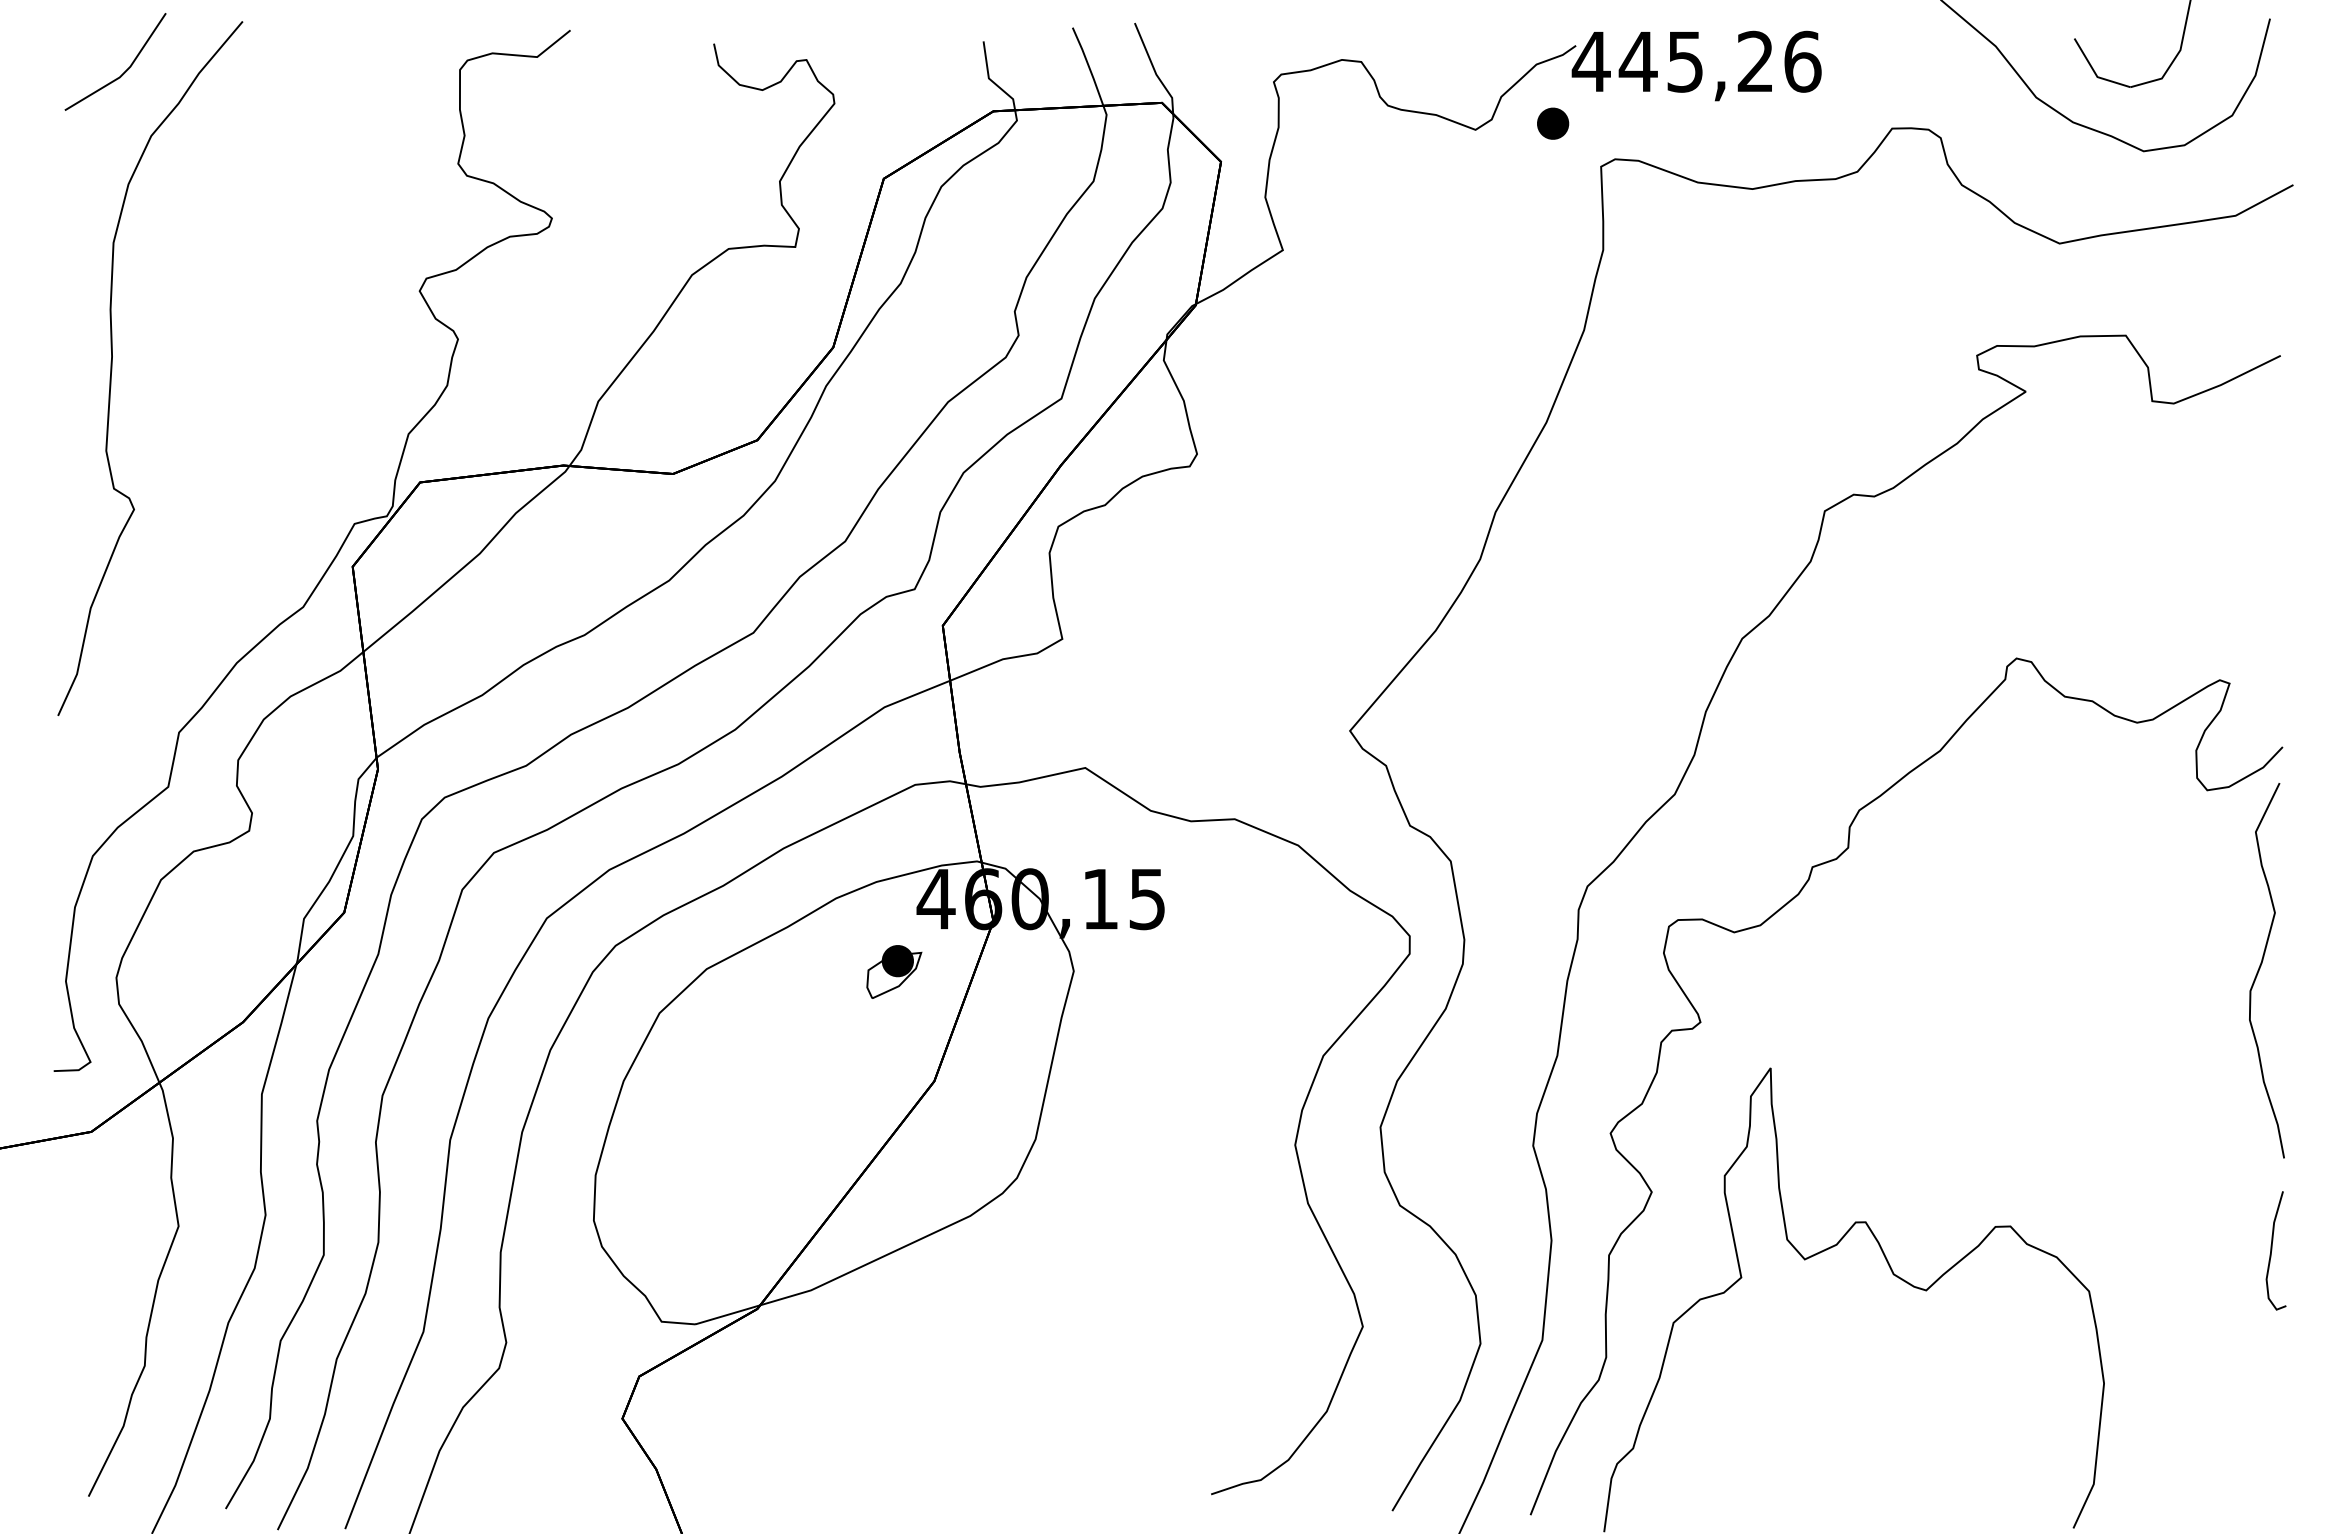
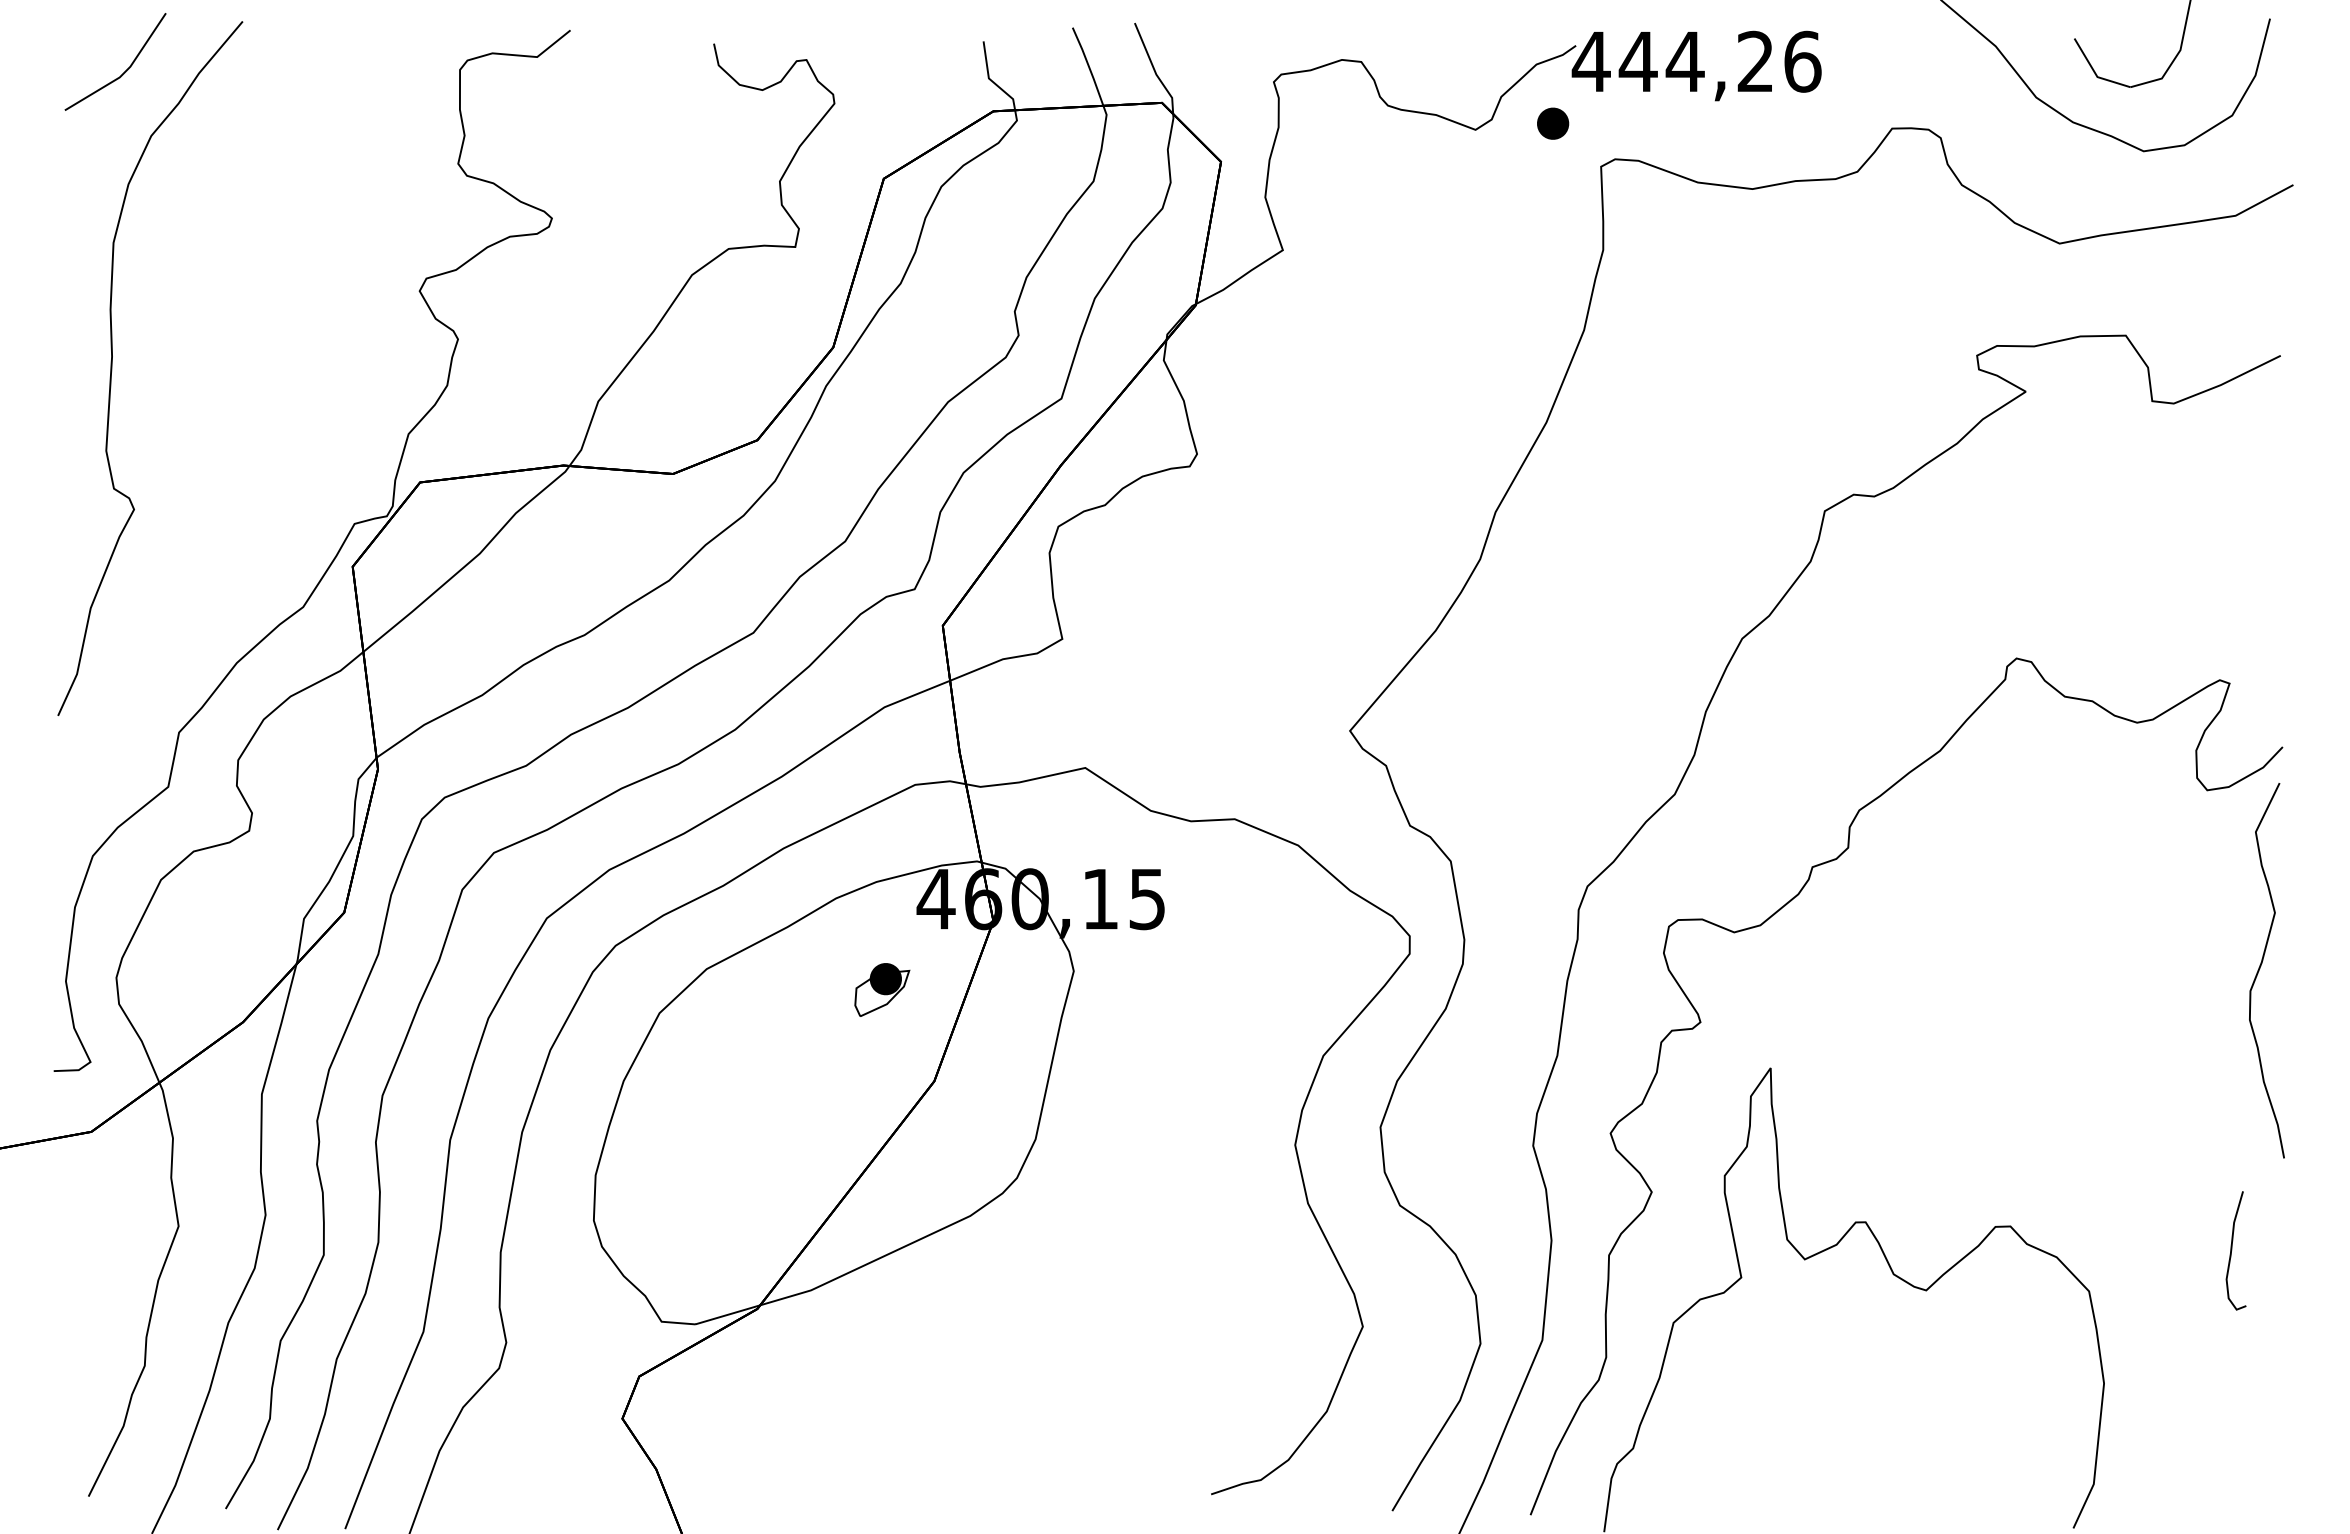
text at (1684, 61): 445,26 -> 444,26
part at (894, 971) position: (894, 971) -> (882, 989)
curve at (2272, 1250) position: (2272, 1250) -> (2232, 1250)
